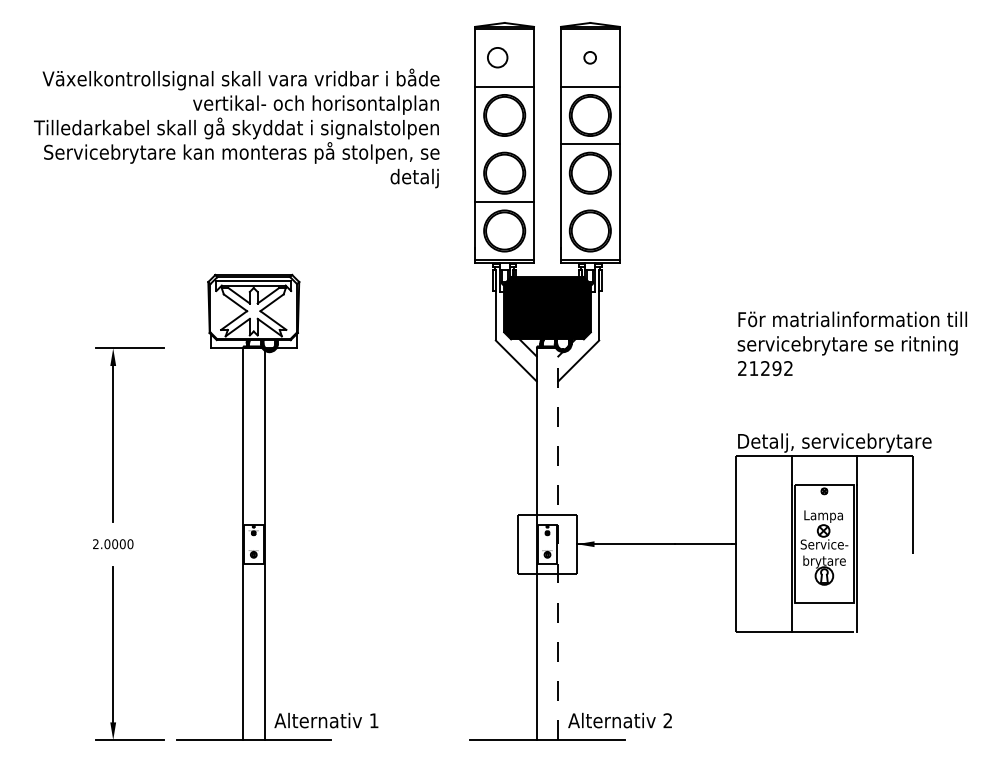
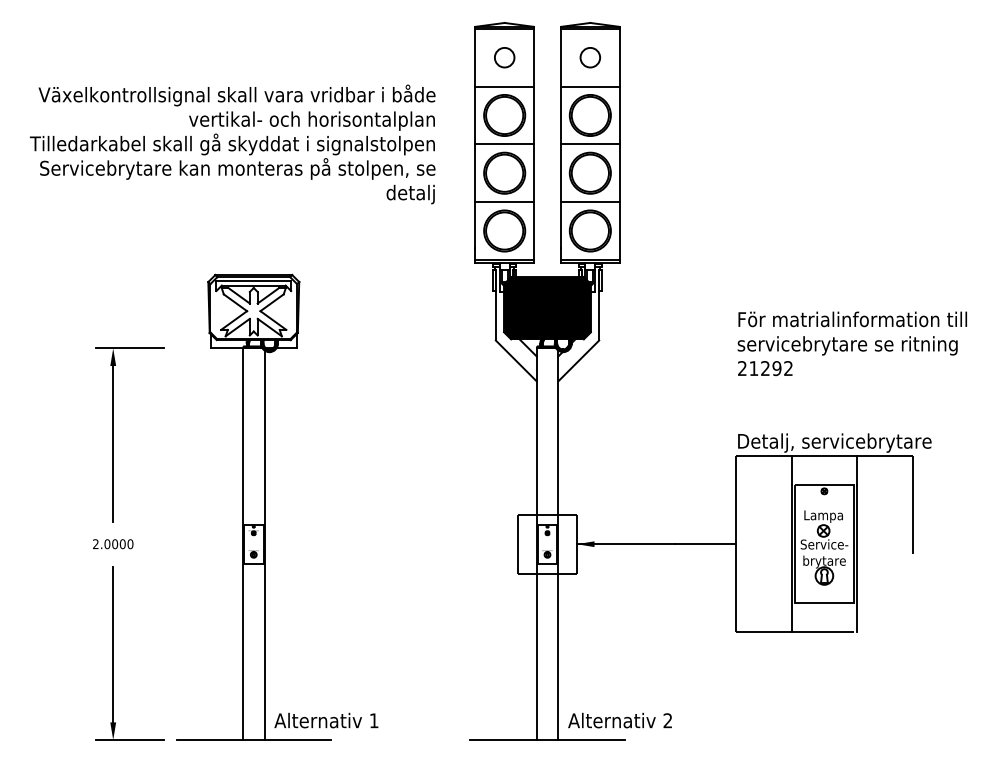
circle at (497, 57) position: (497, 57) -> (504, 57)
circle at (589, 57) size: 14x14 px -> 22x22 px
text at (236, 128) position: (236, 128) -> (232, 144)
line at (504, 144): none -> present
line at (589, 202): none -> present
line at (558, 544): dashed -> solid
